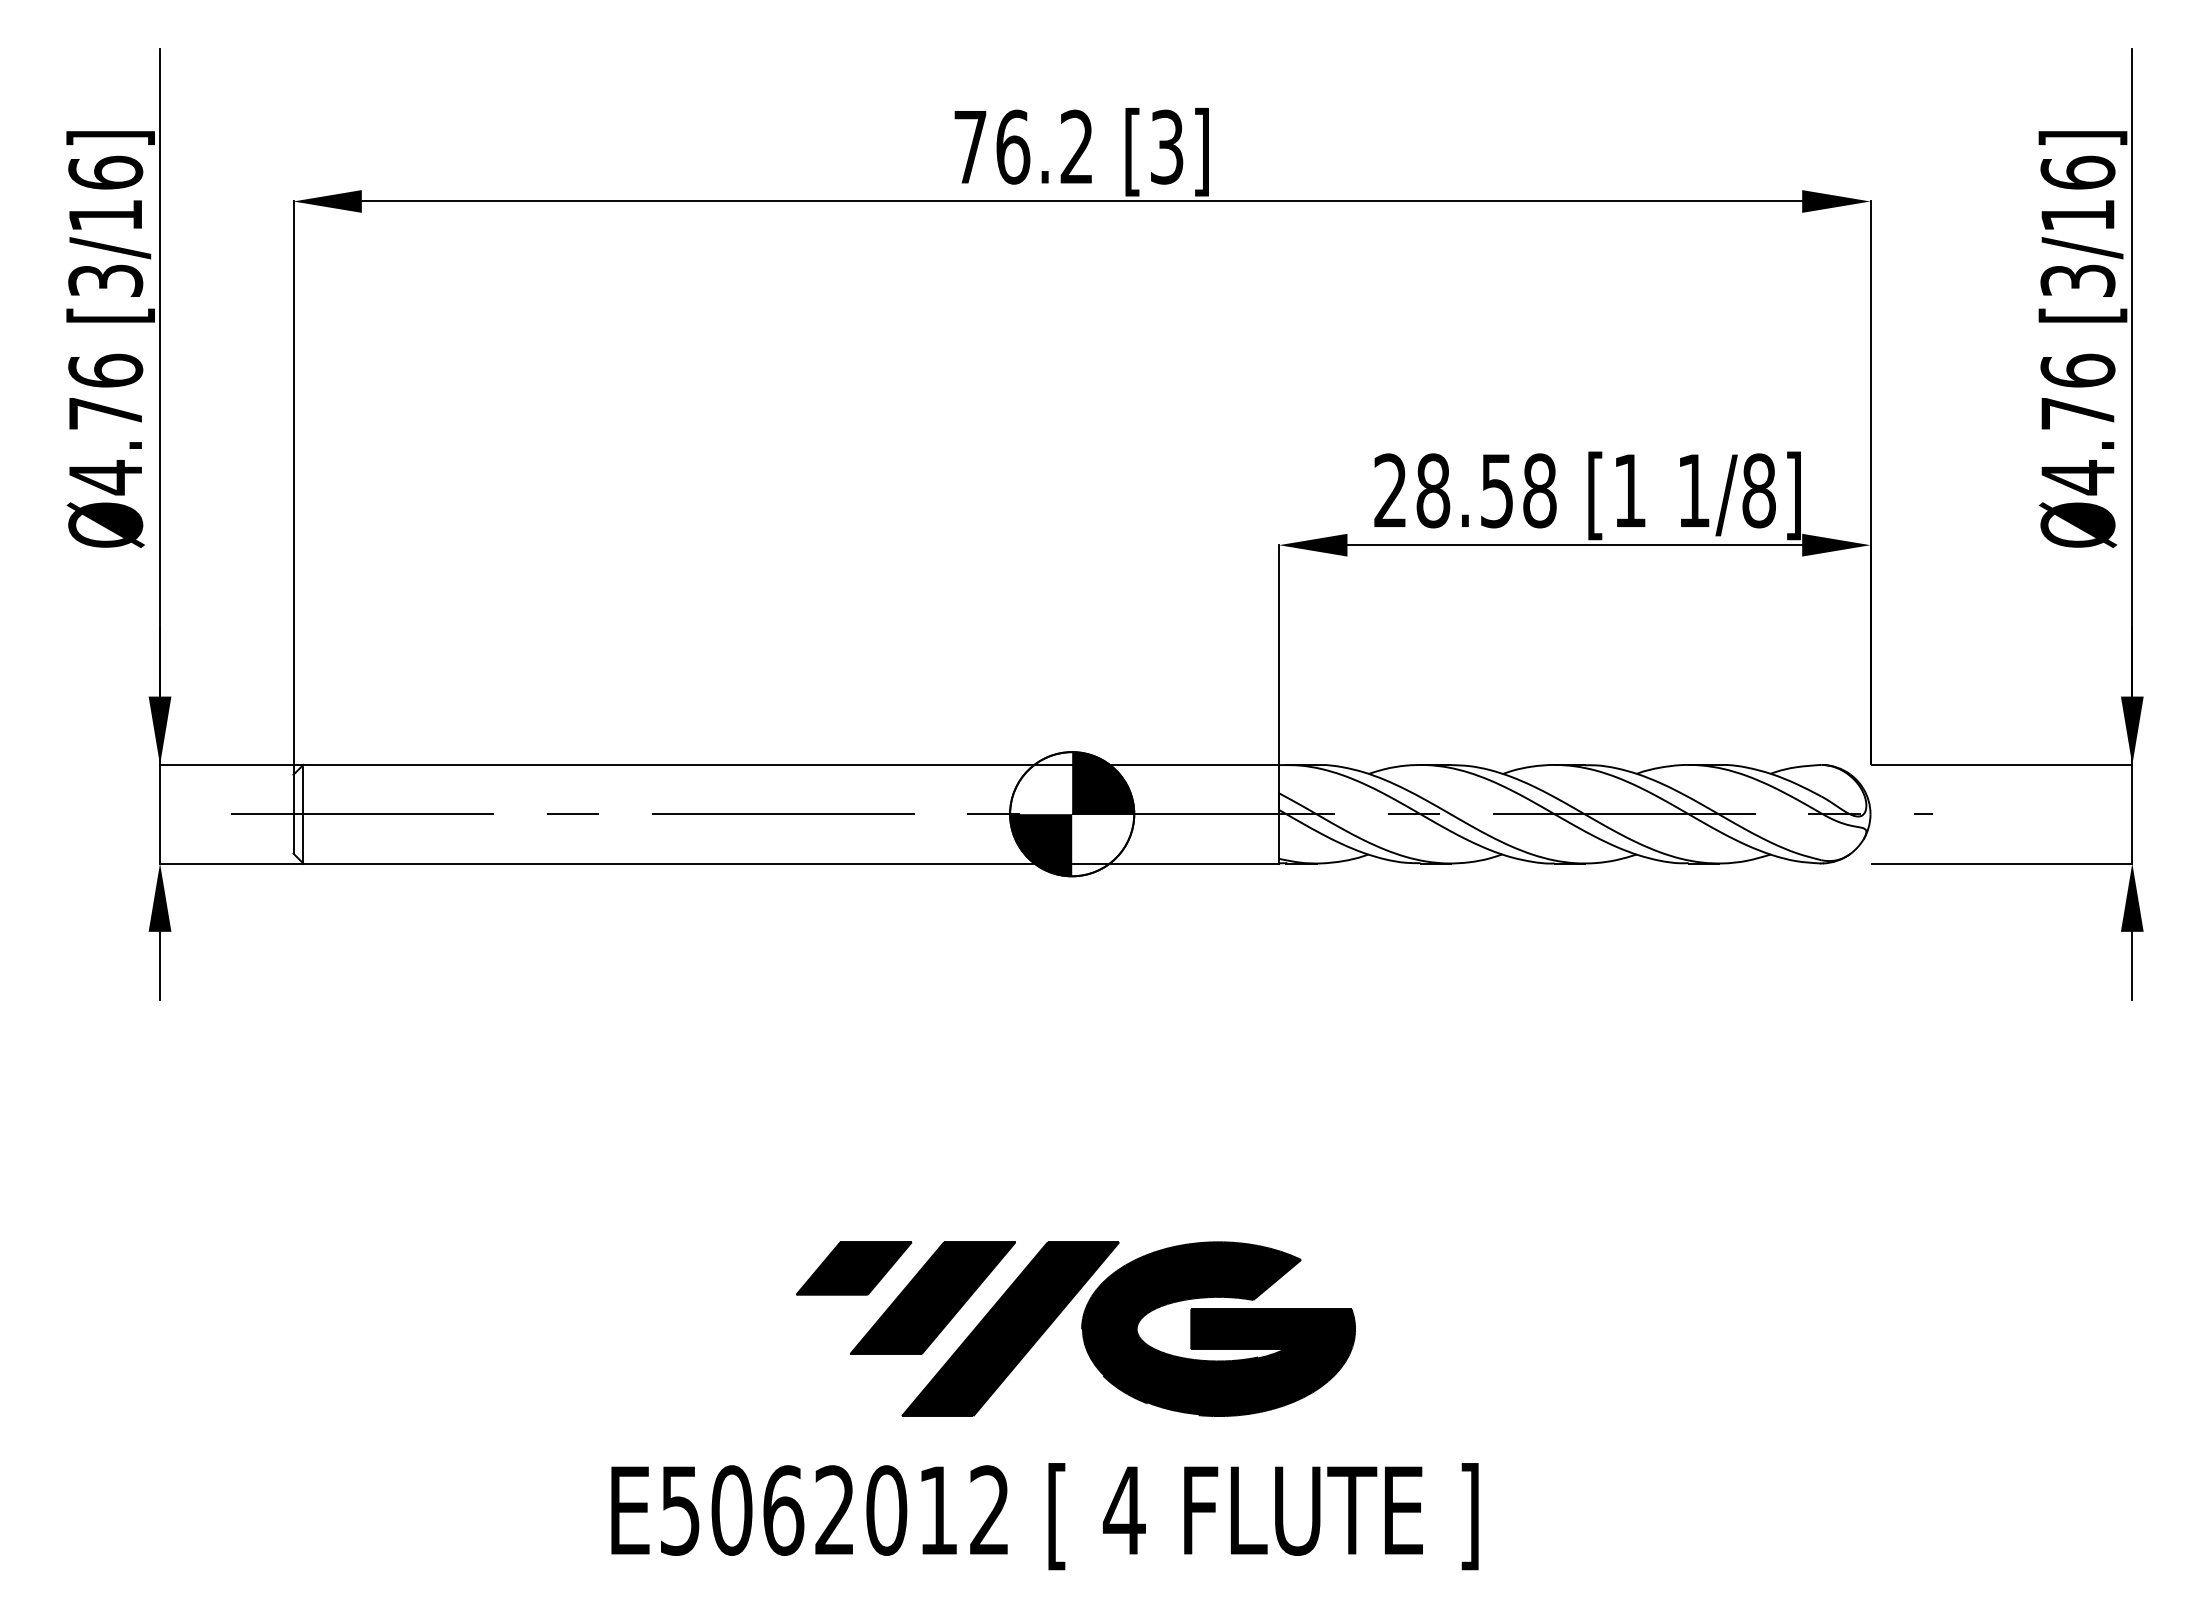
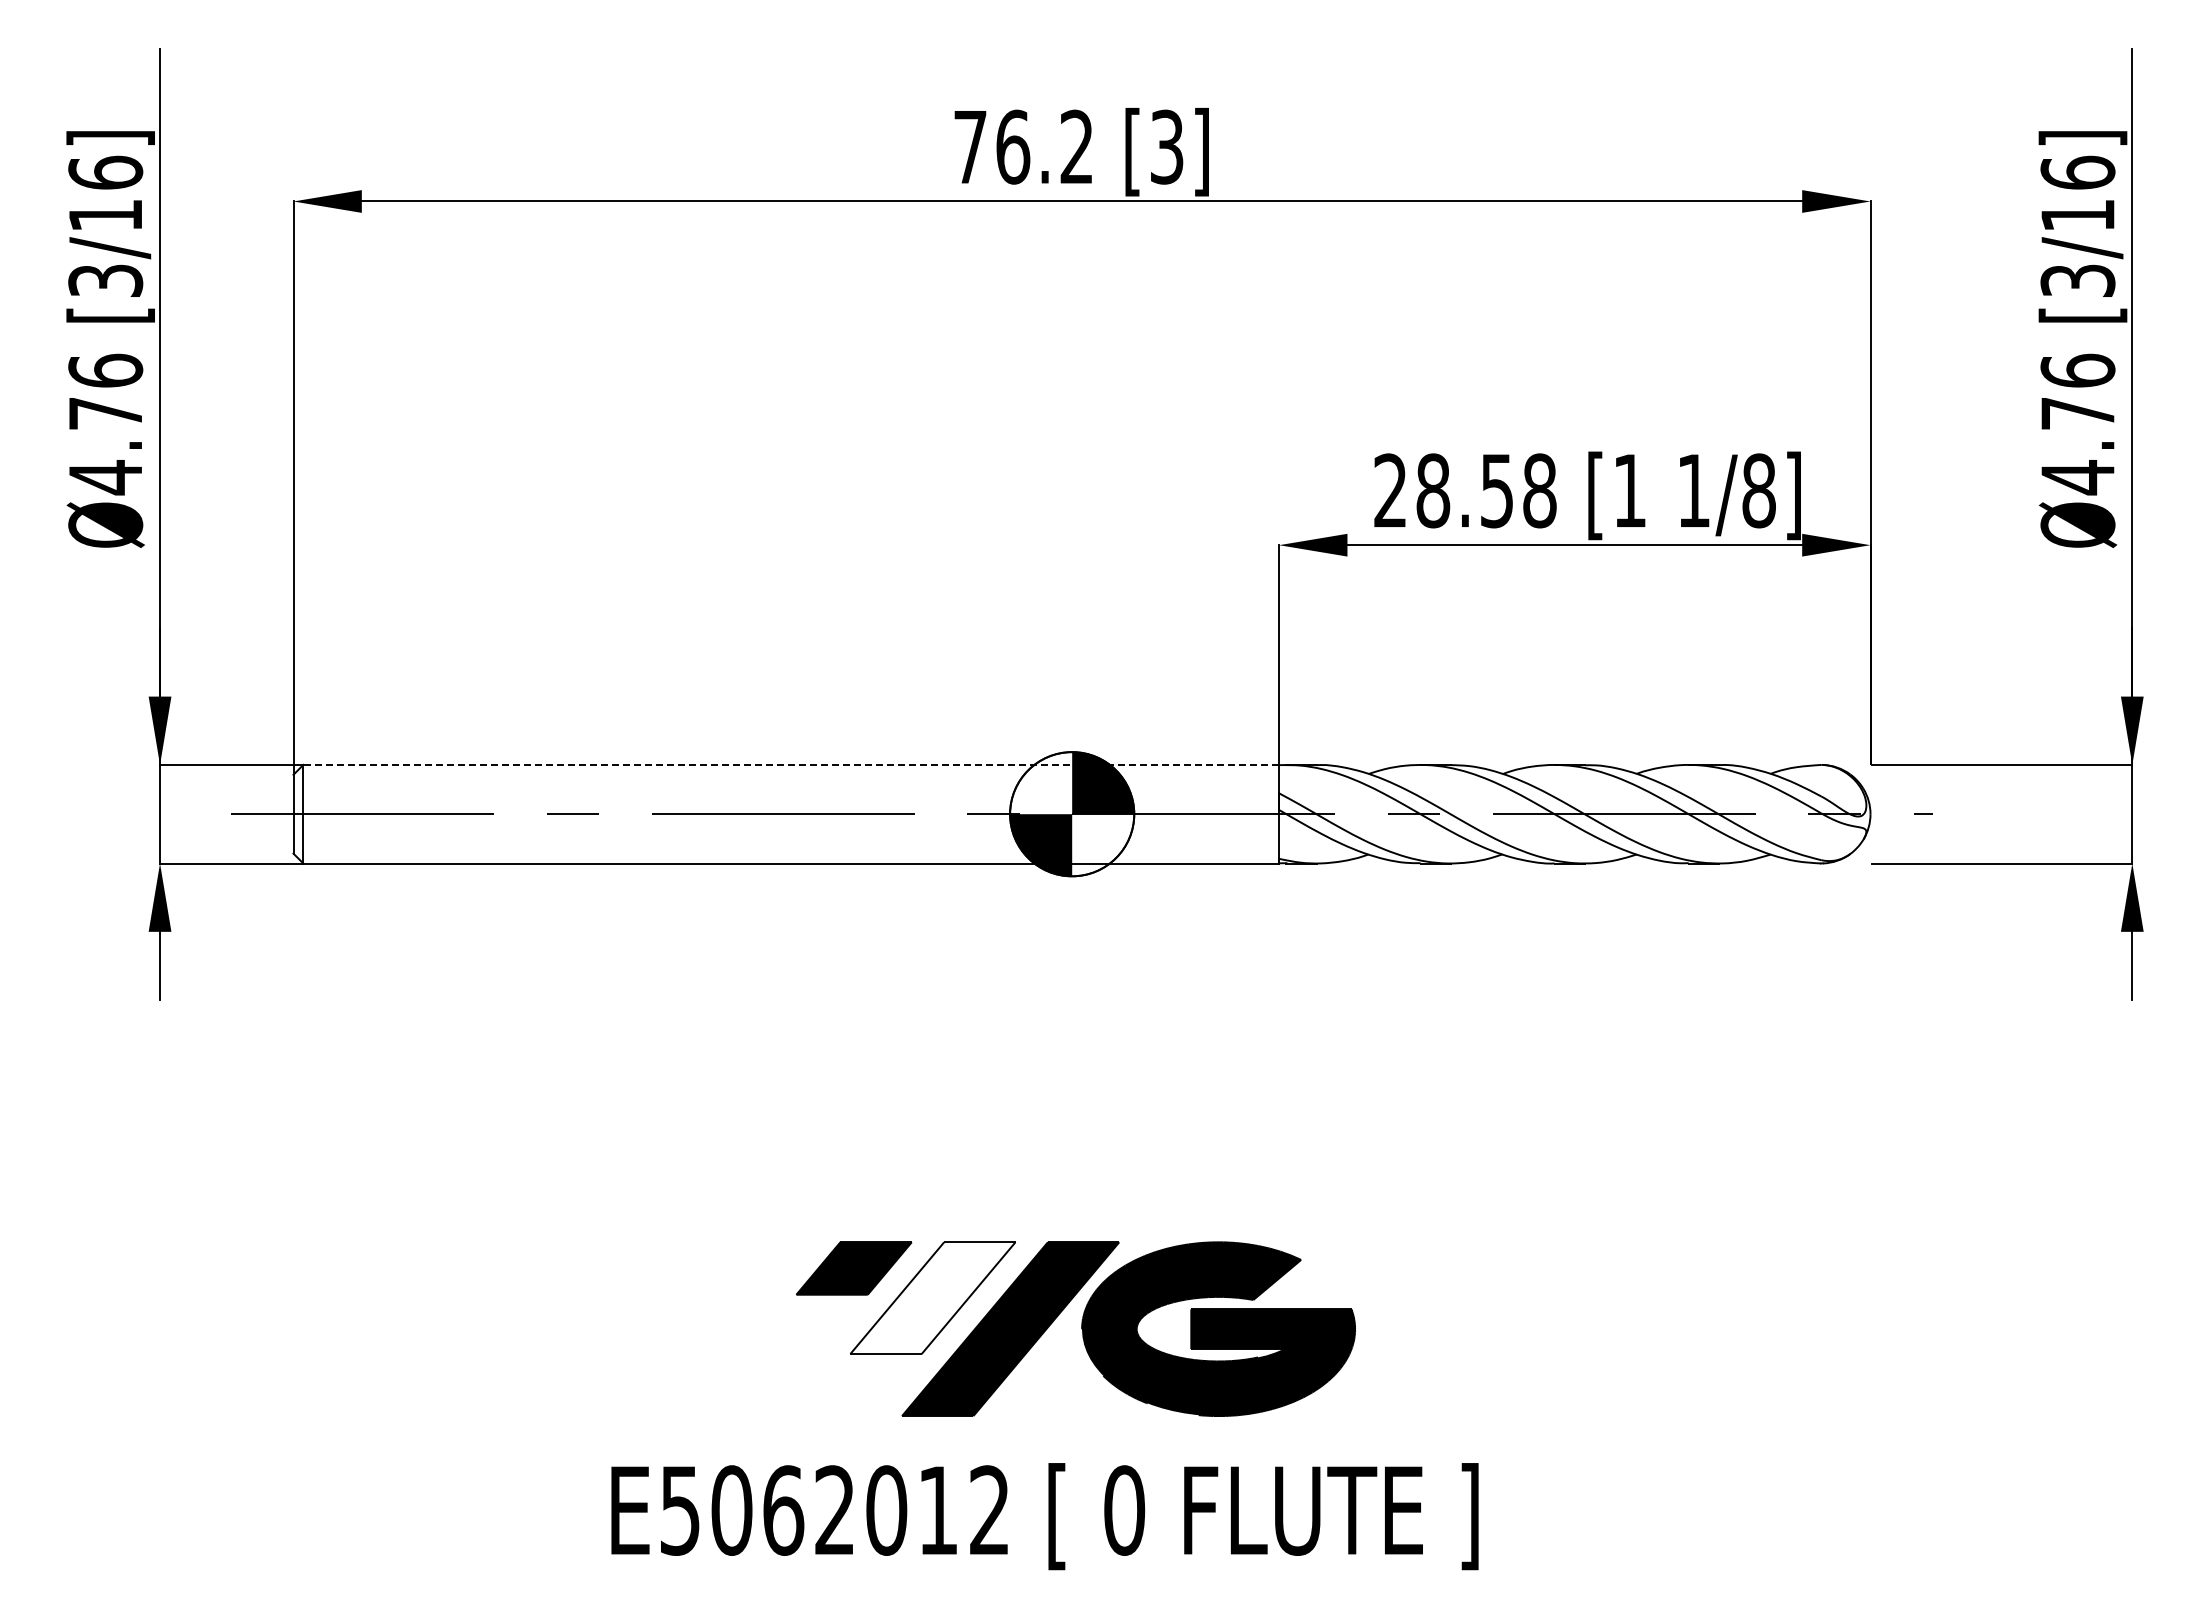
line at (791, 764): solid -> dashed
fill at (932, 1298): present -> none
text at (1123, 1510): 4 -> 0
